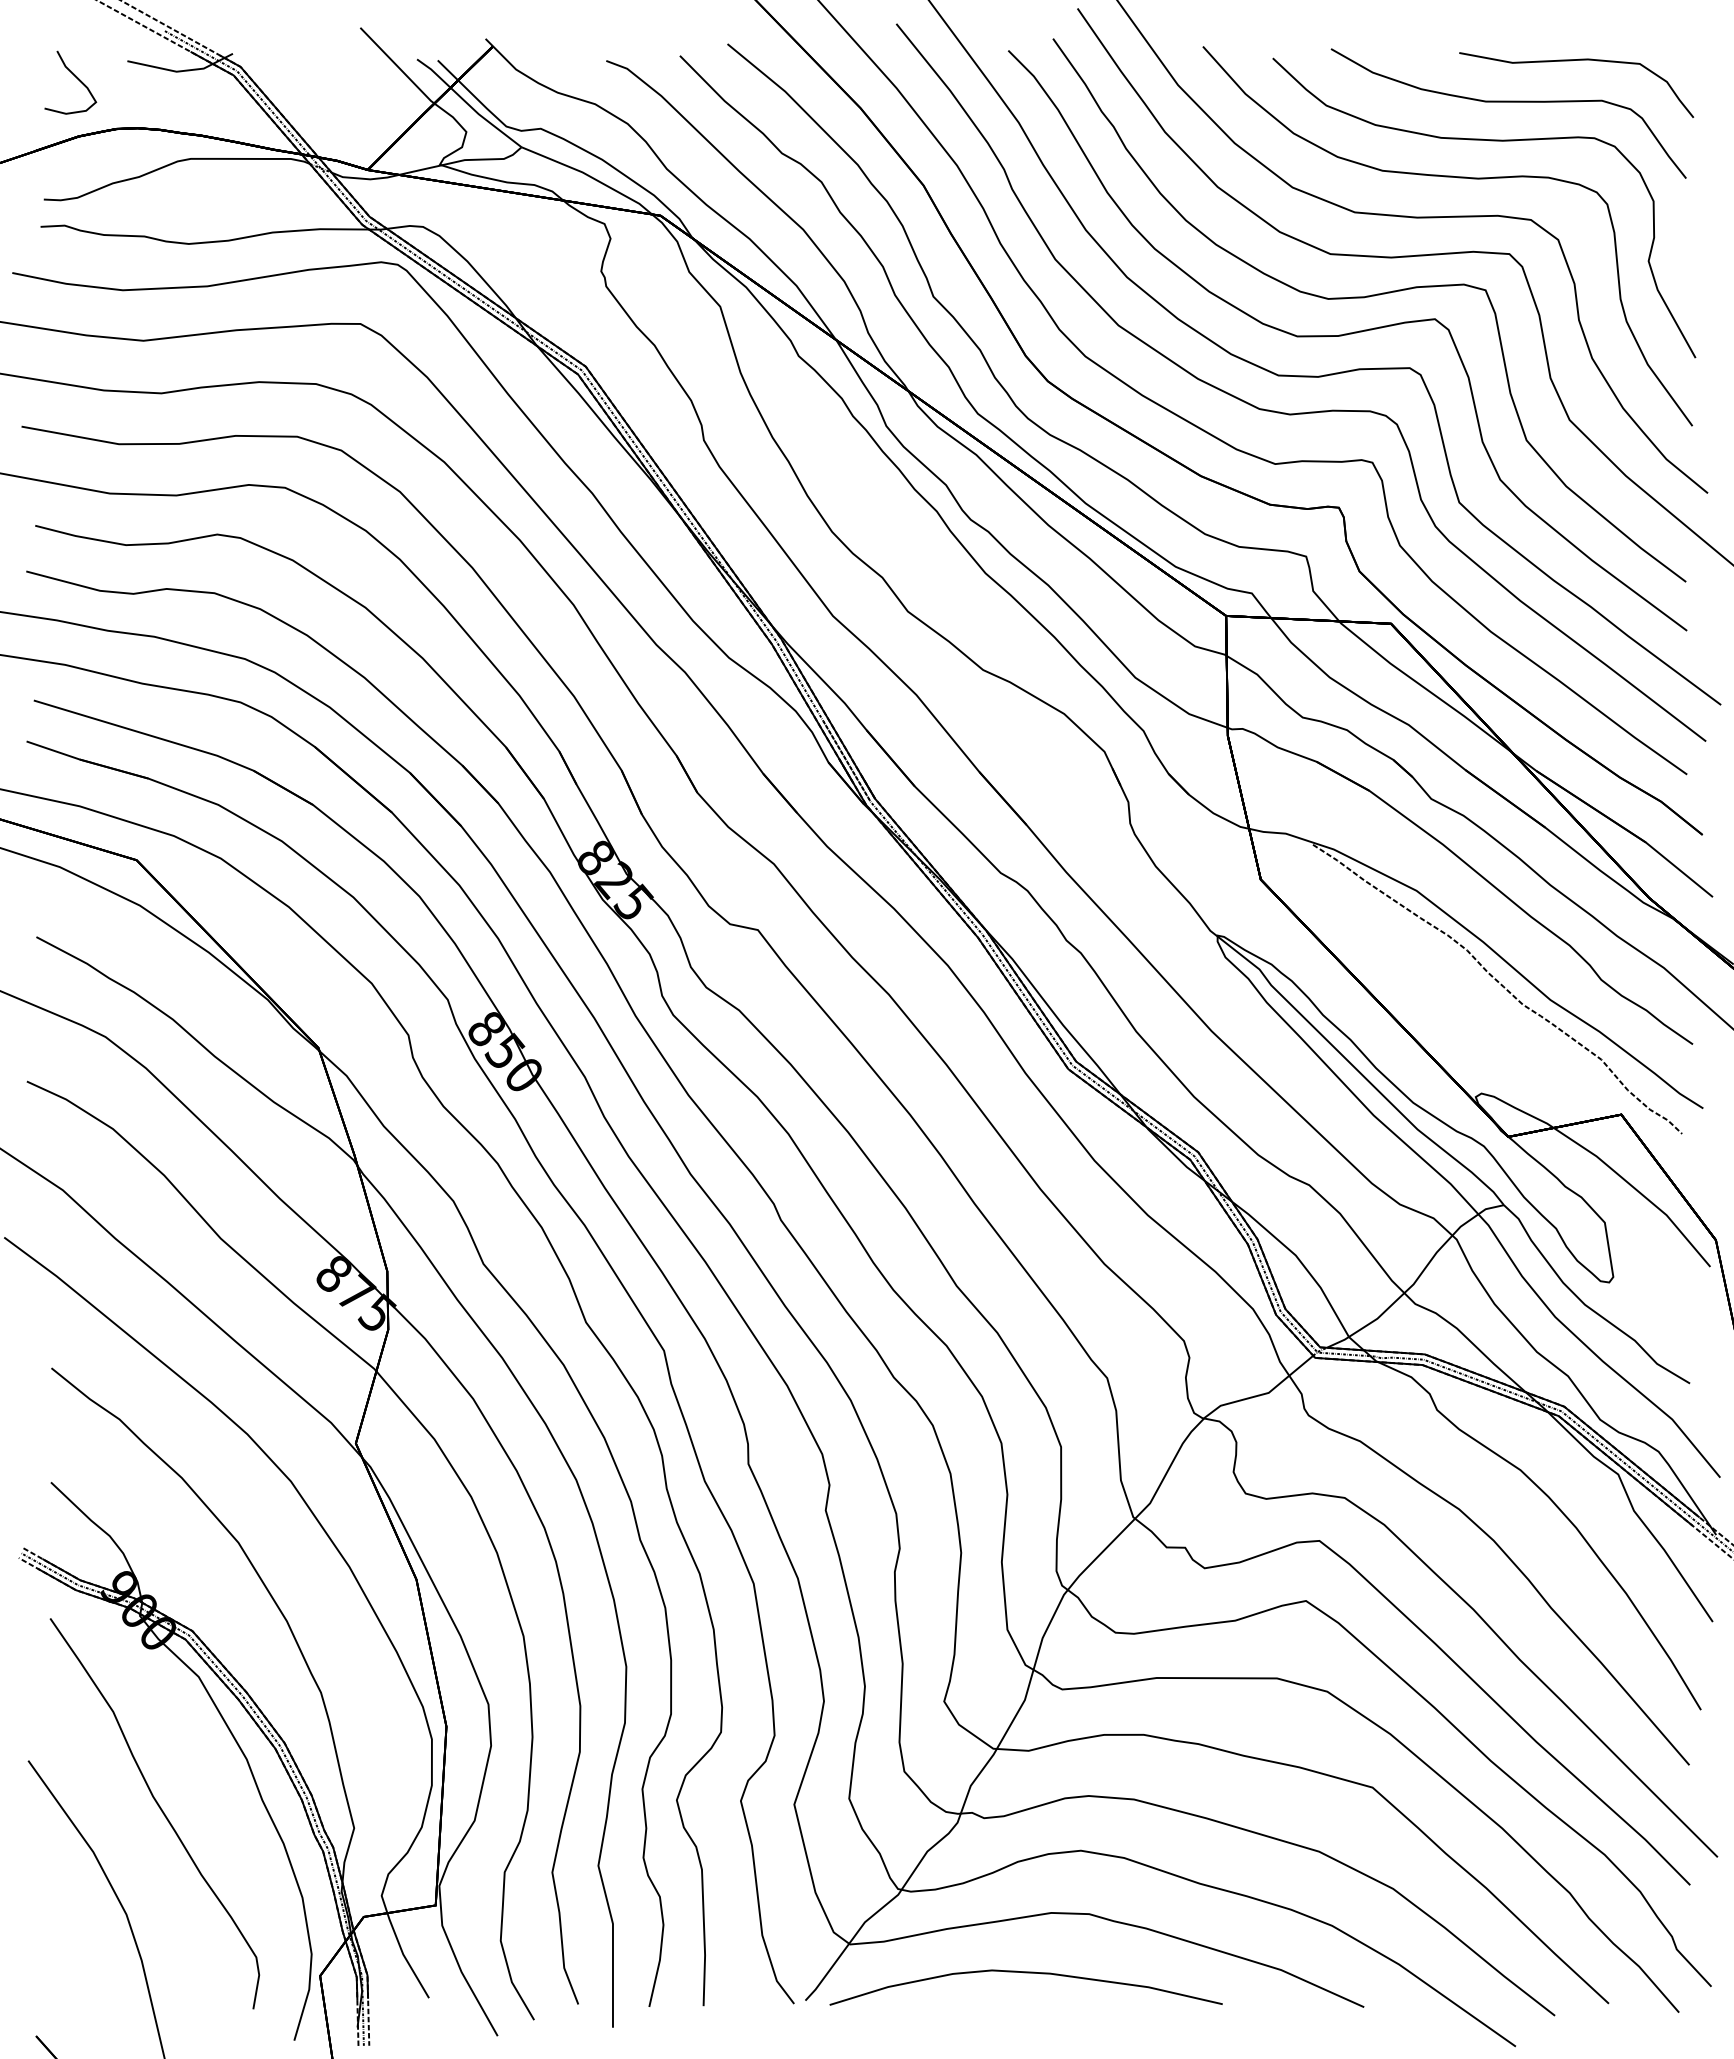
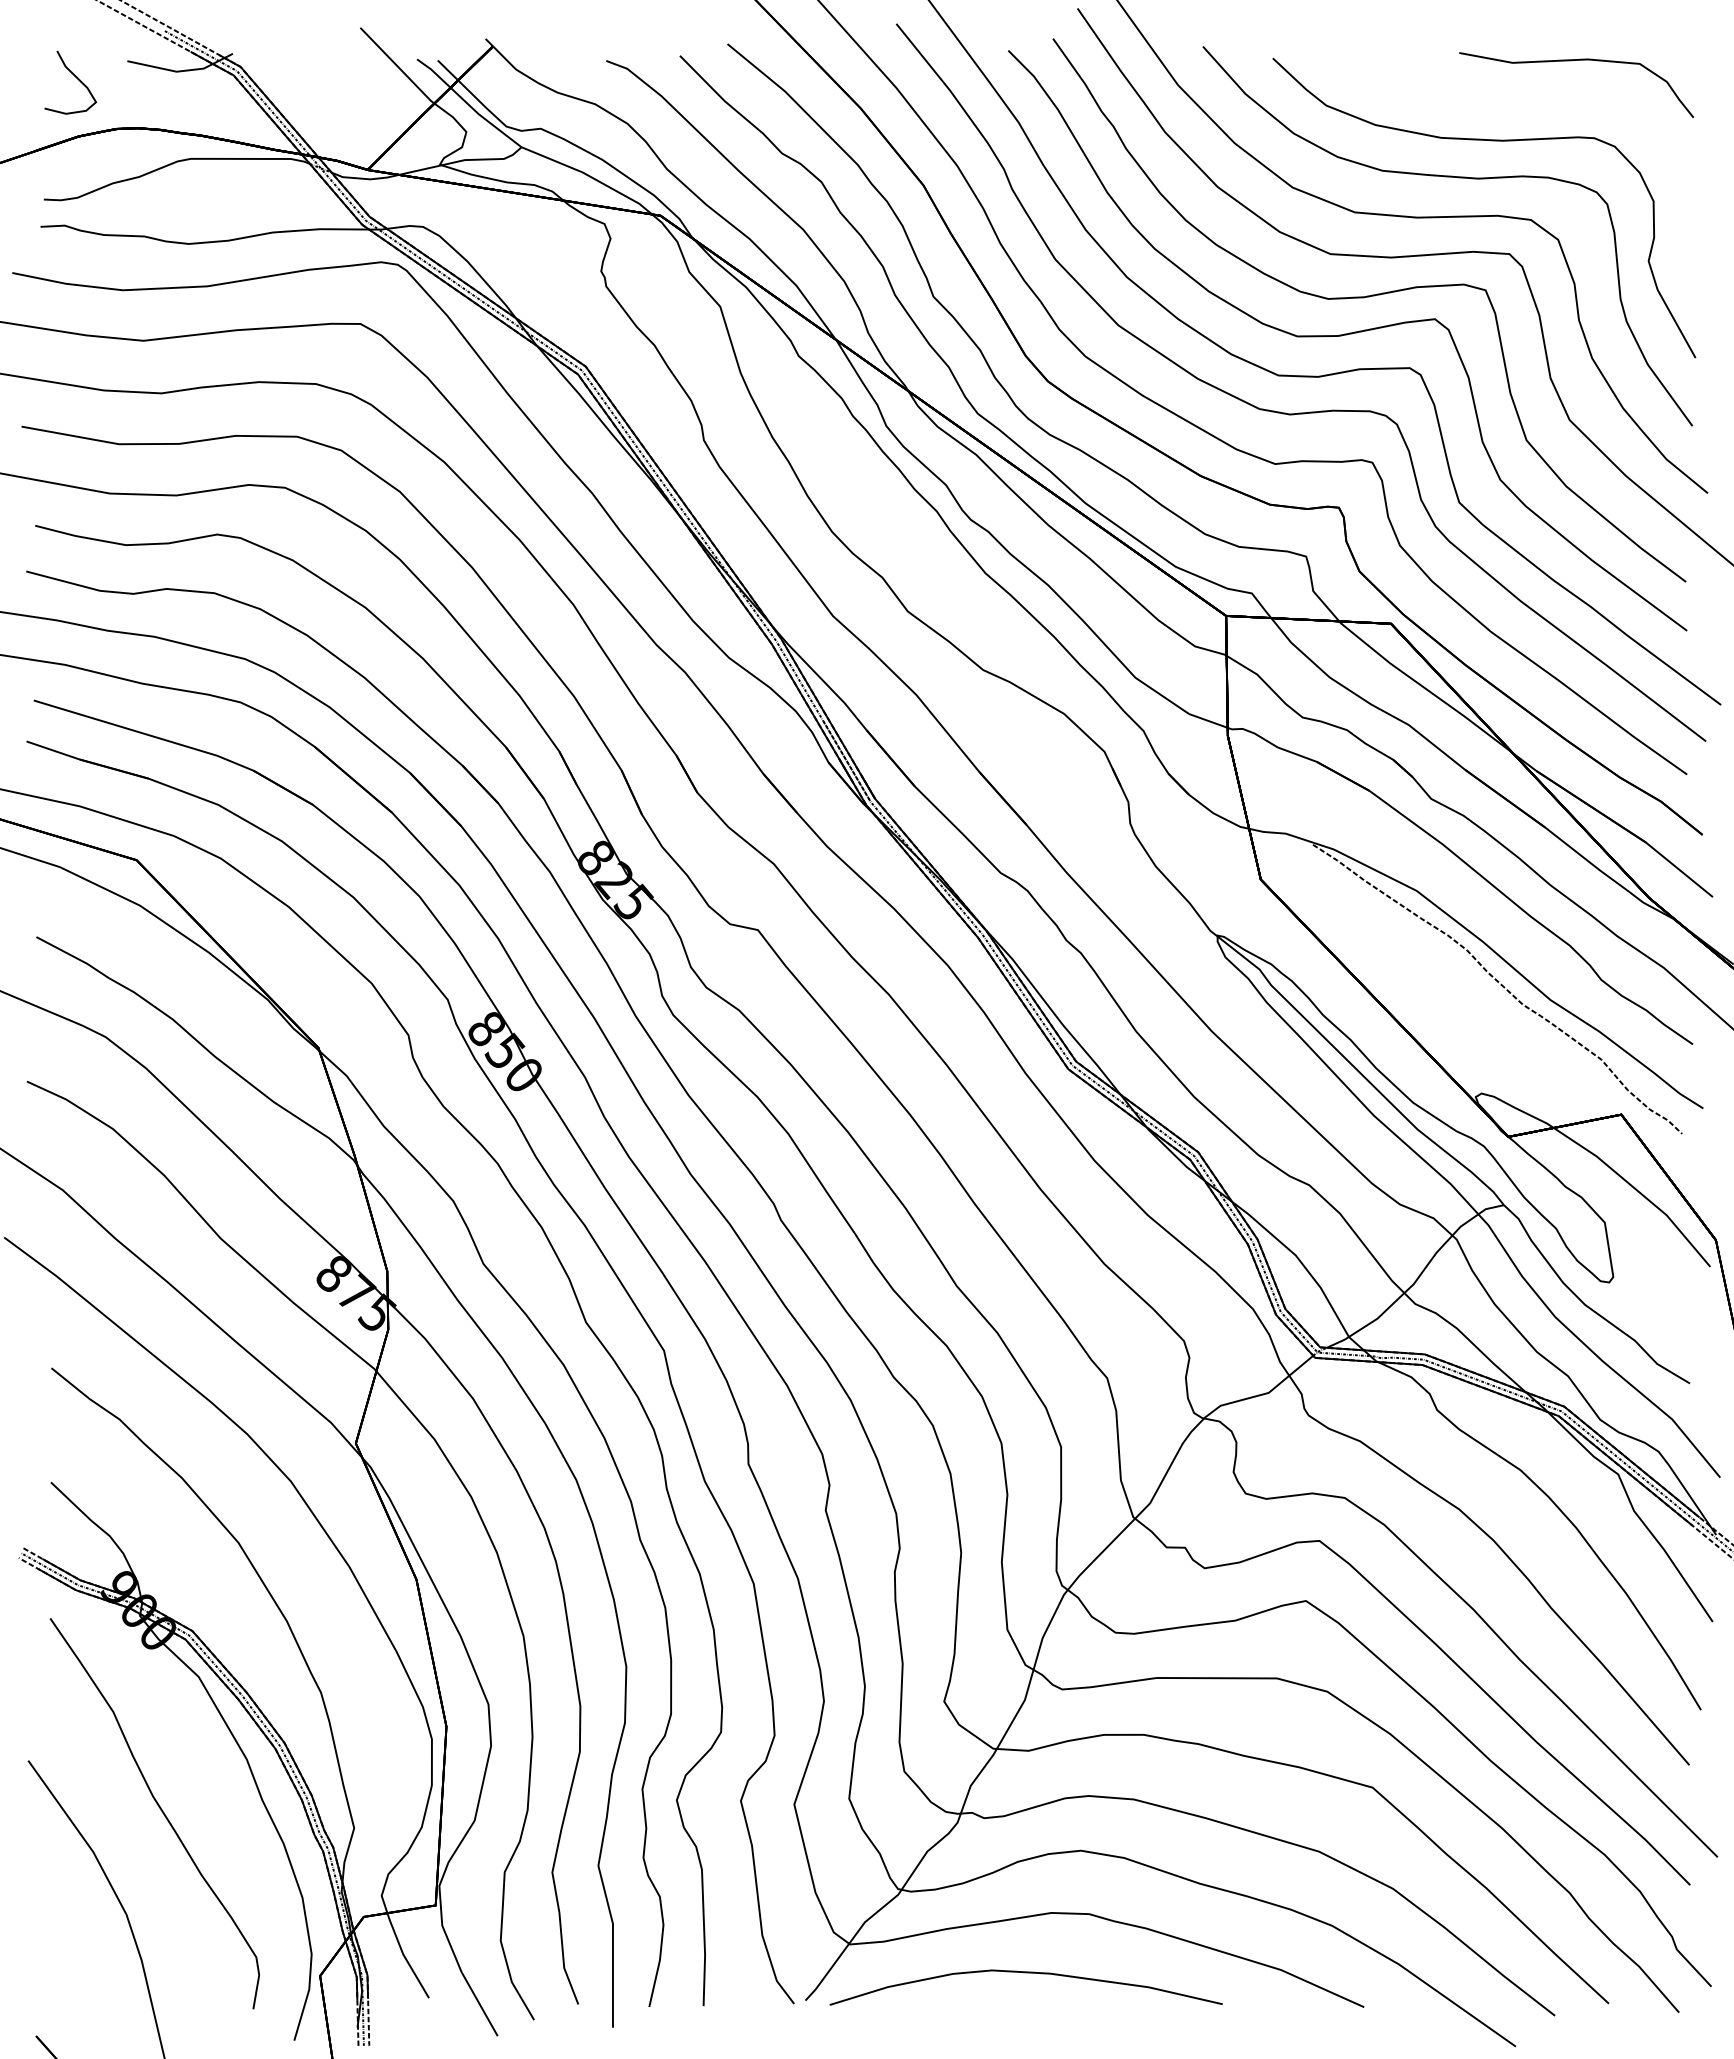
part at (1508, 102): present -> none
